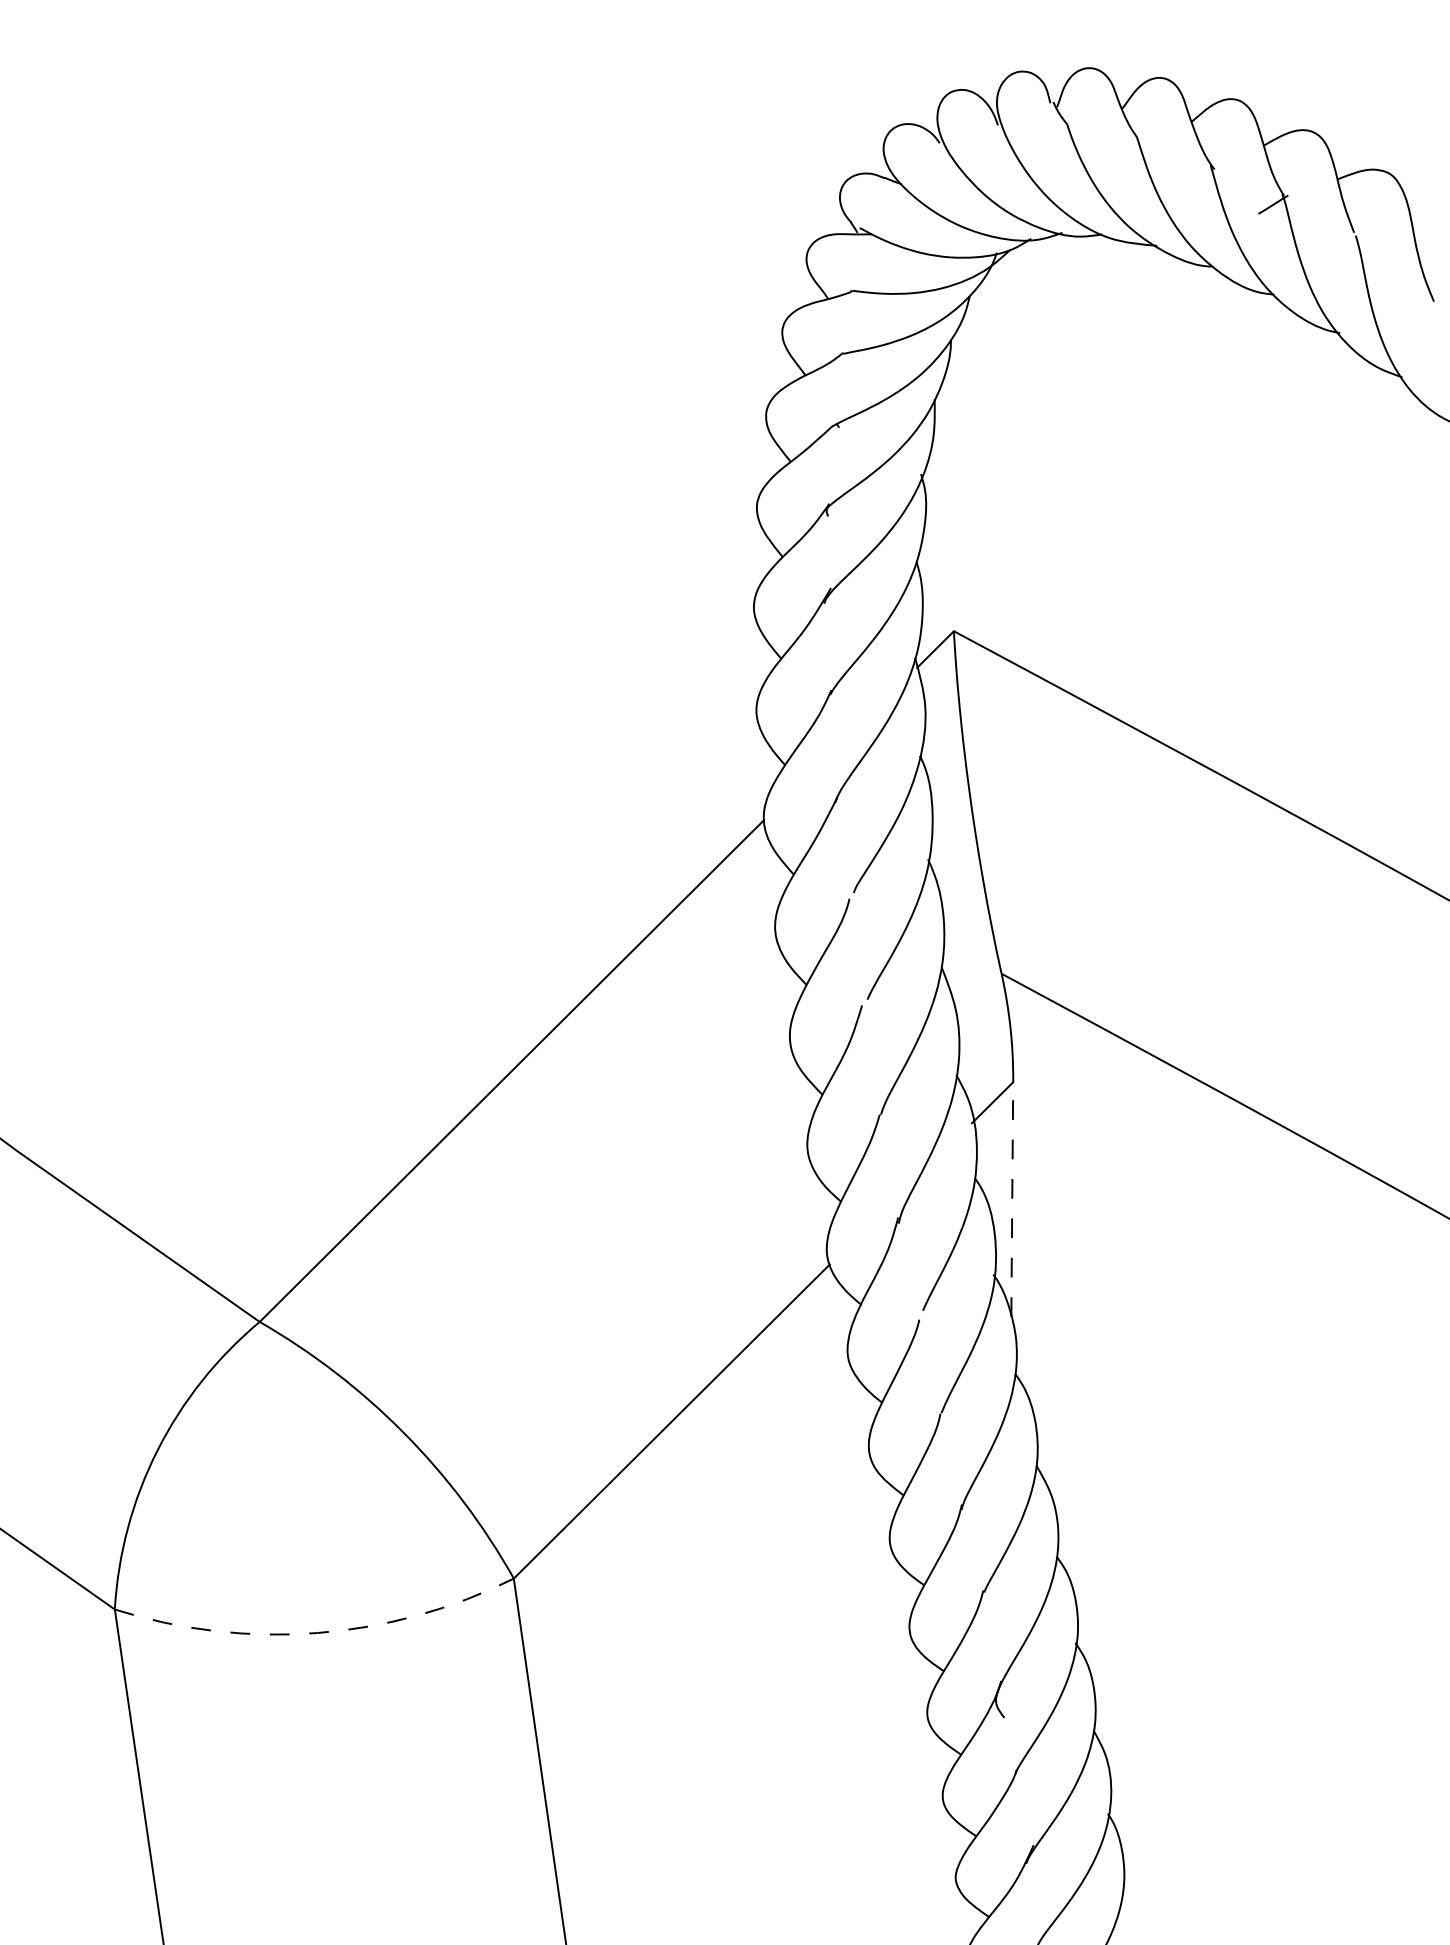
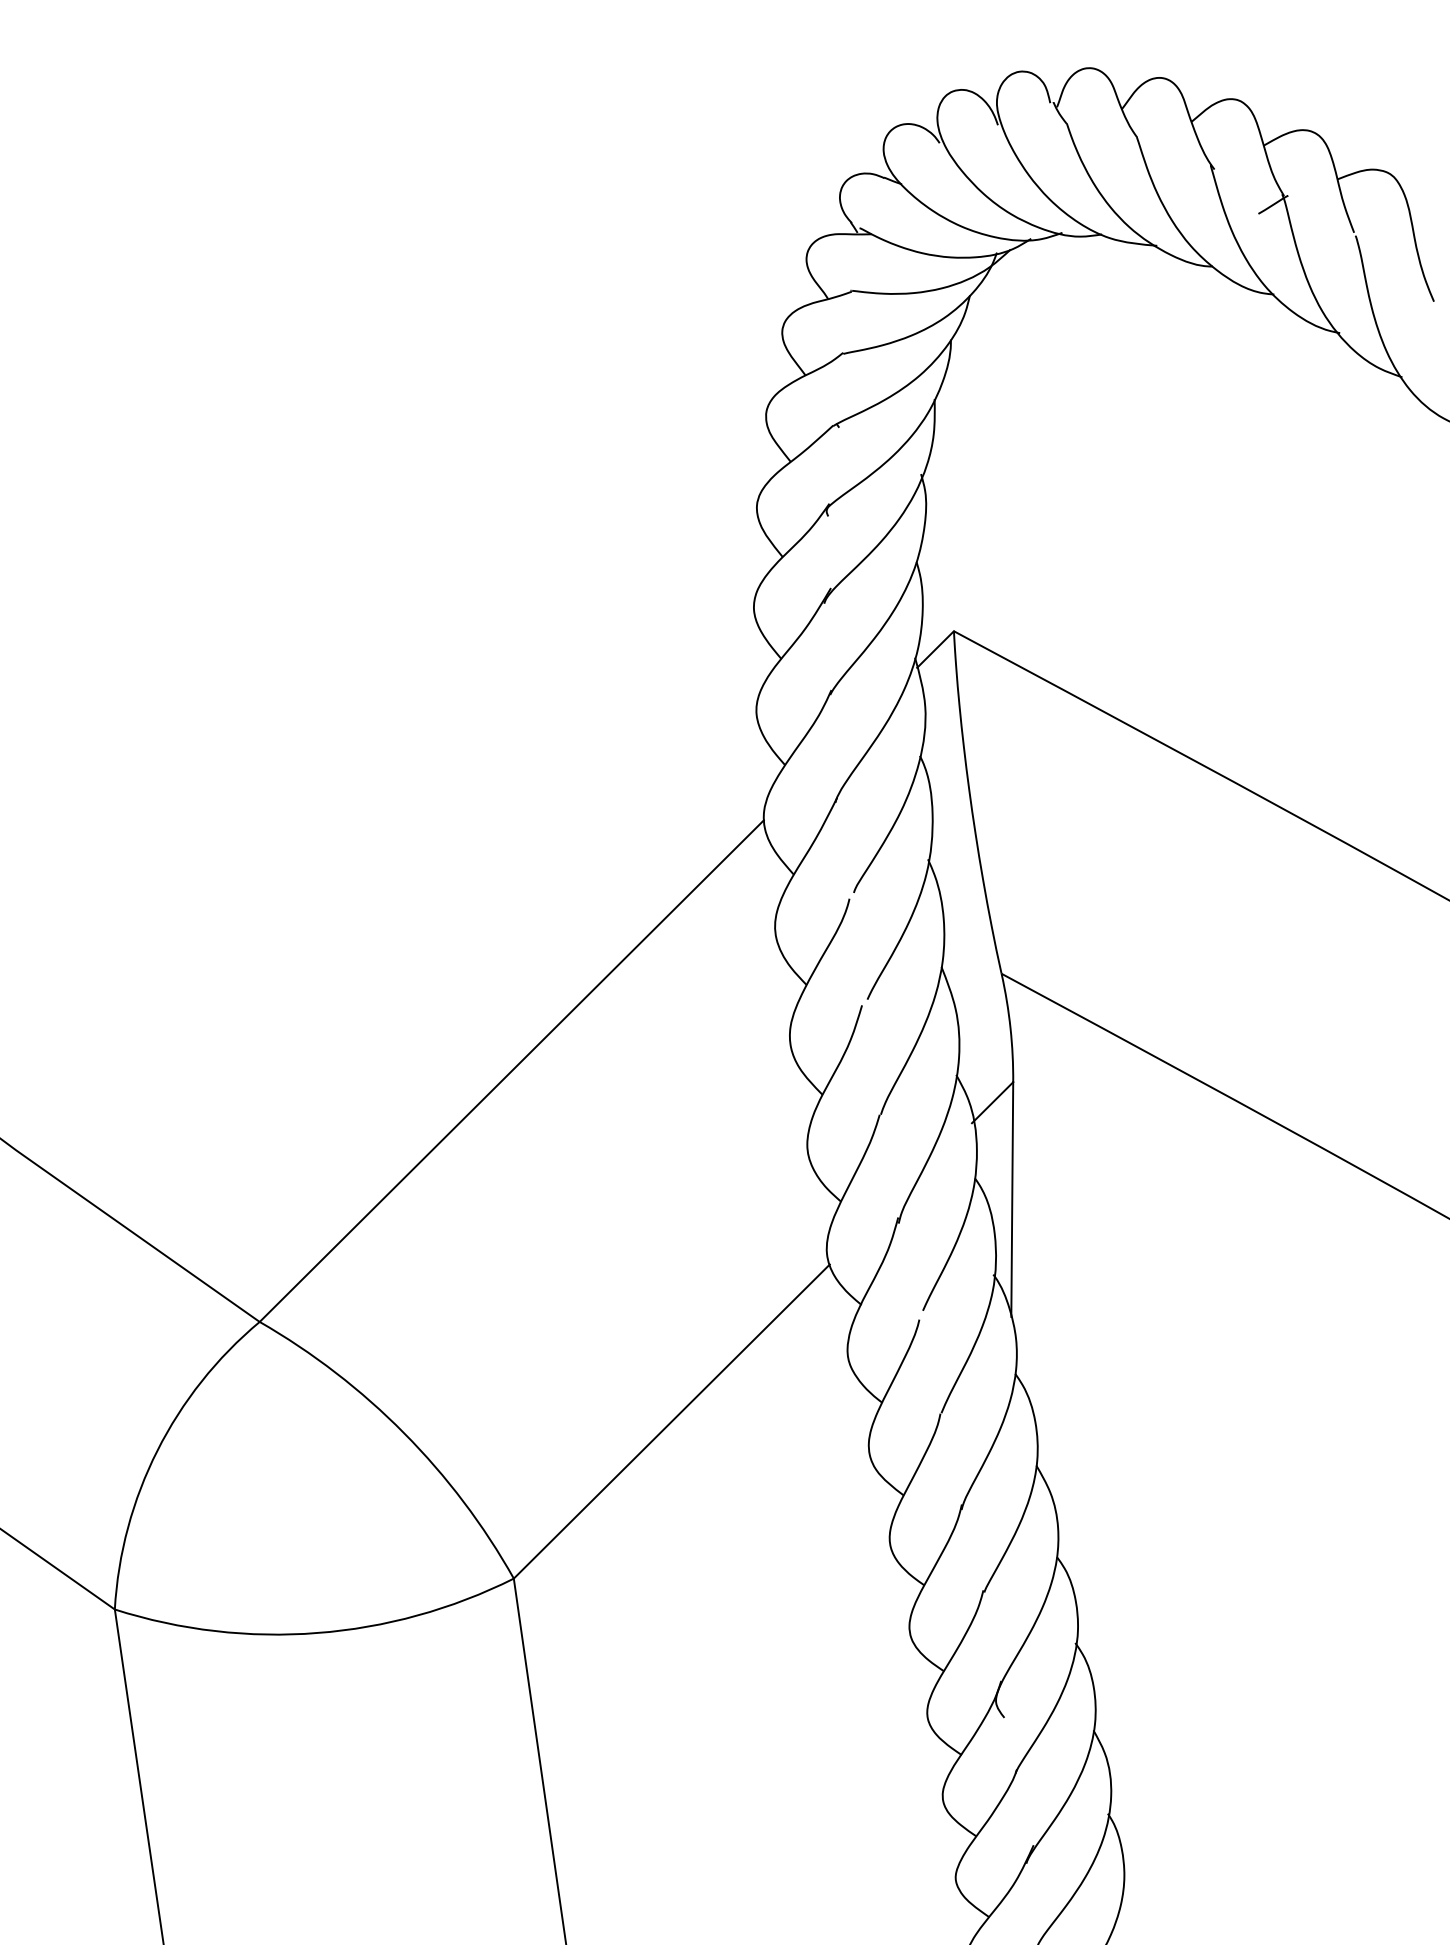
line at (1012, 1199): dashed -> solid
arc at (317, 1633): dashed -> solid
